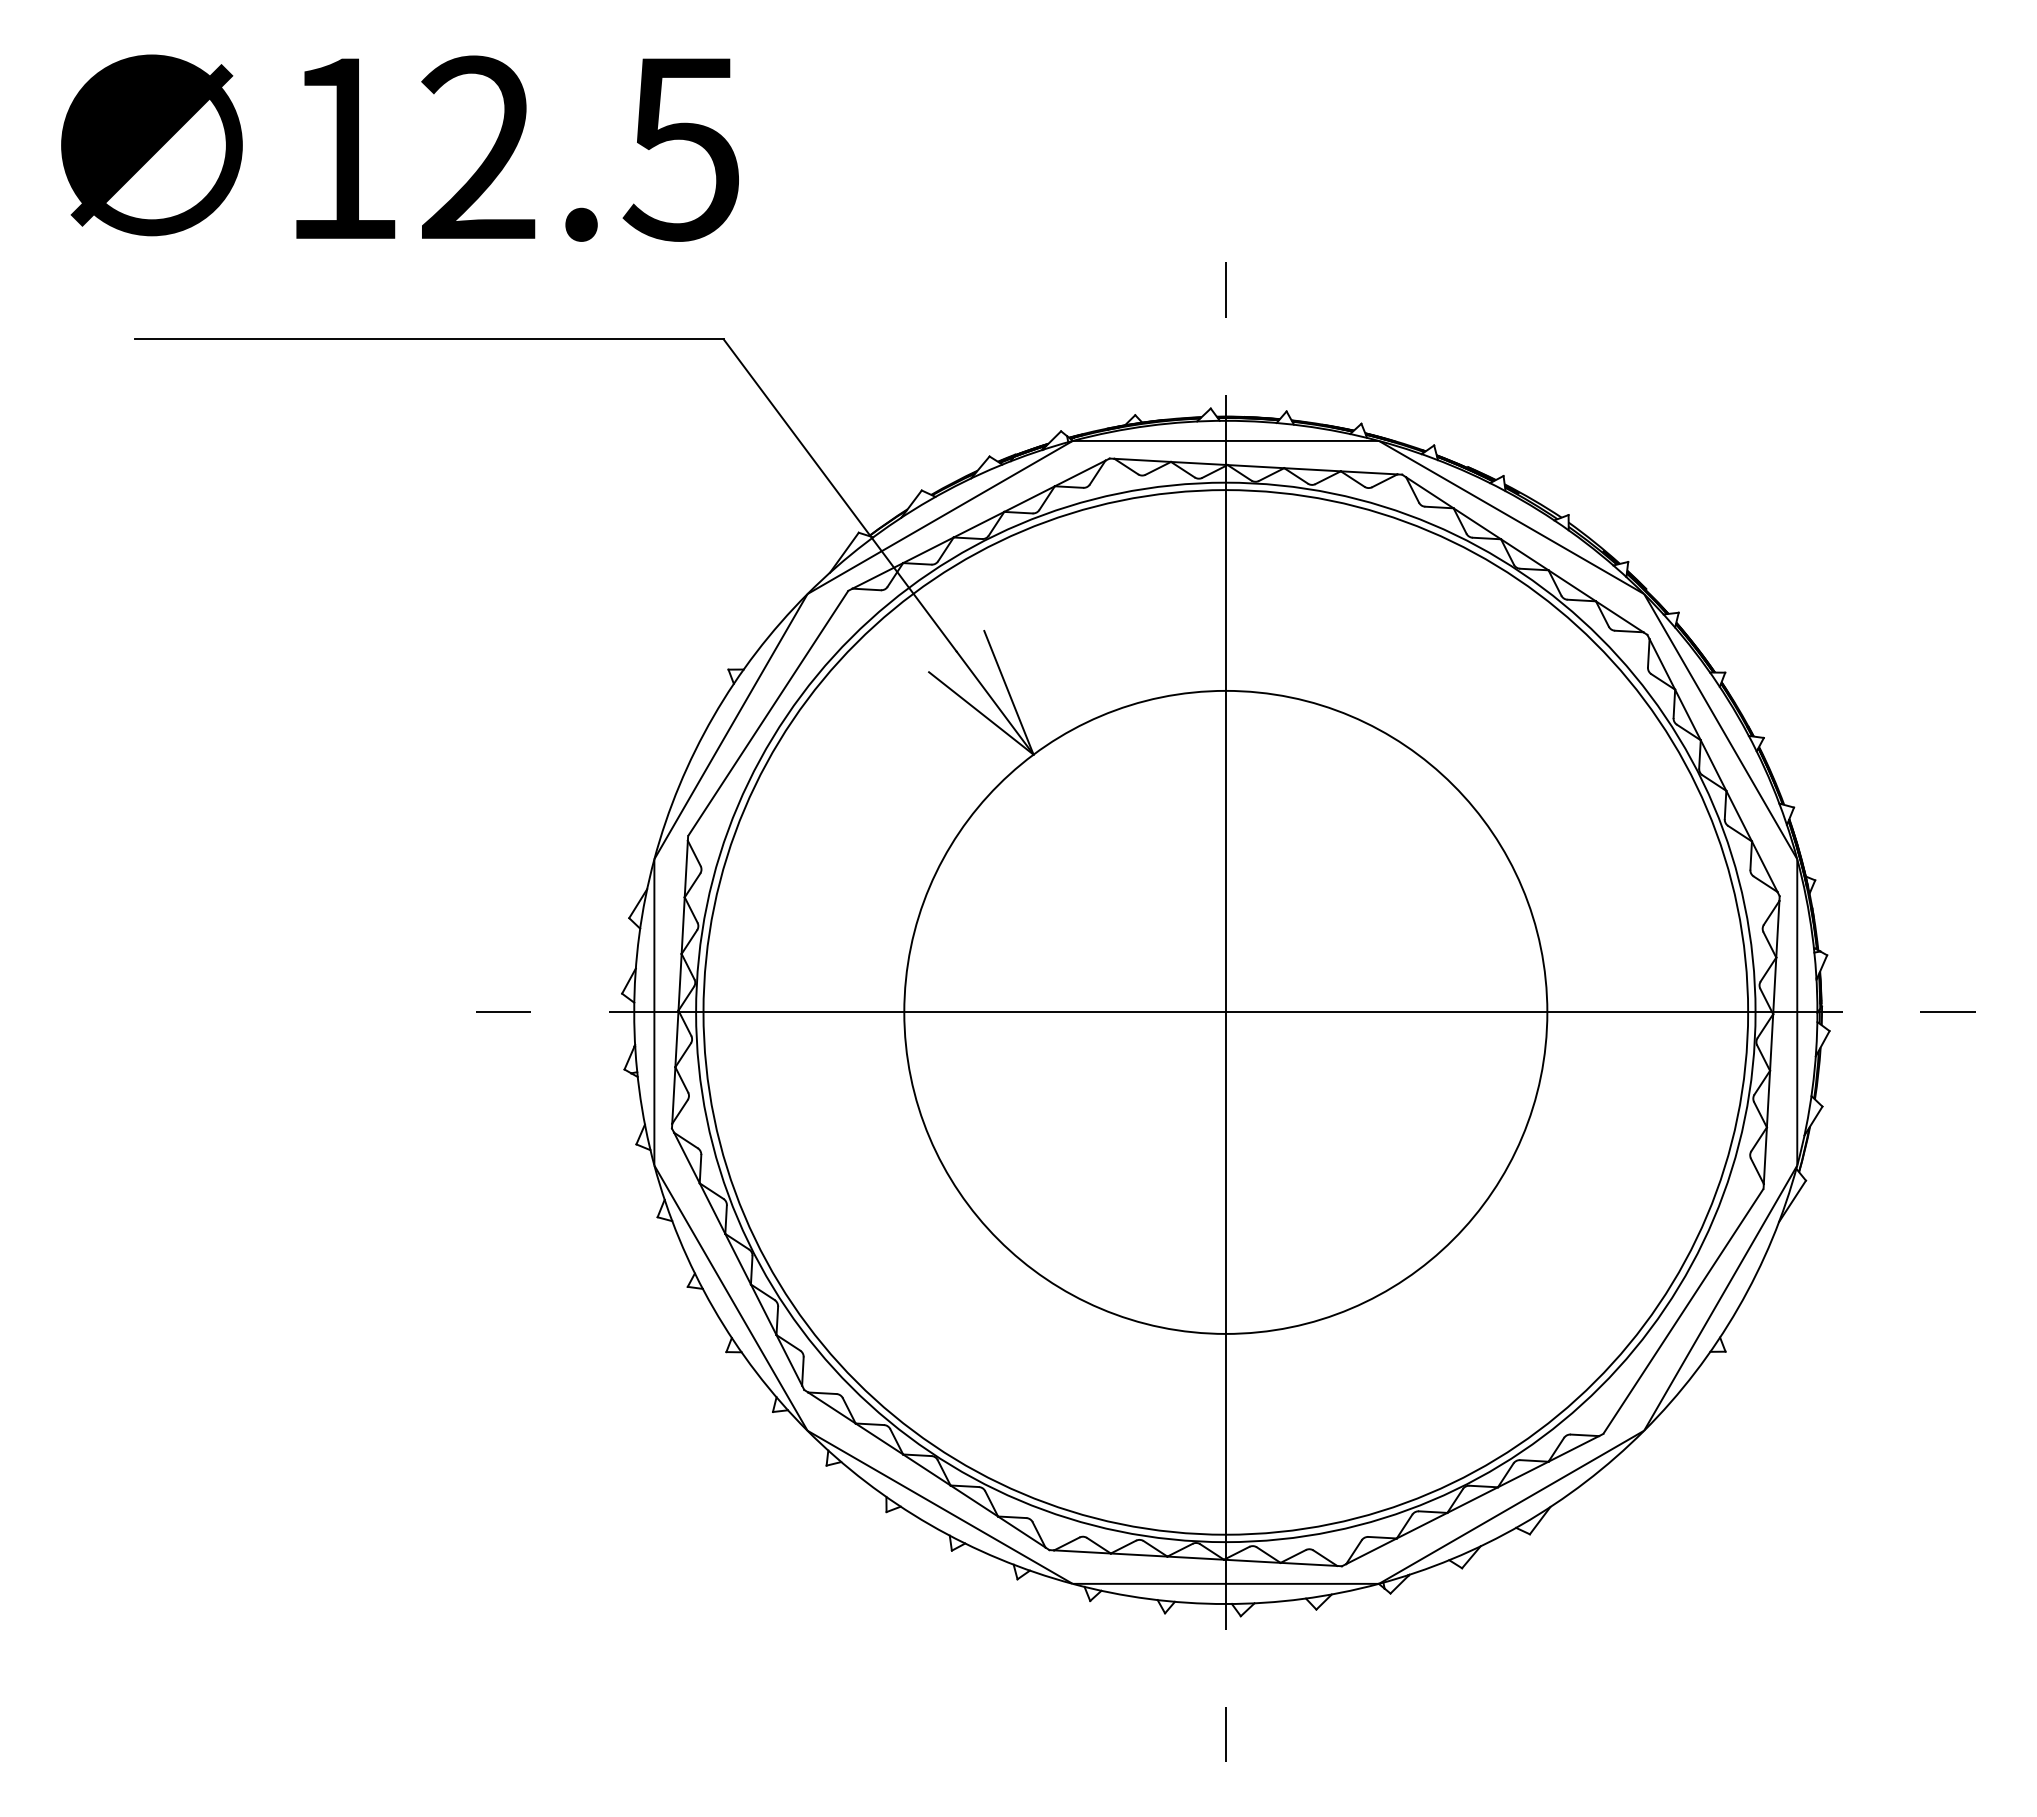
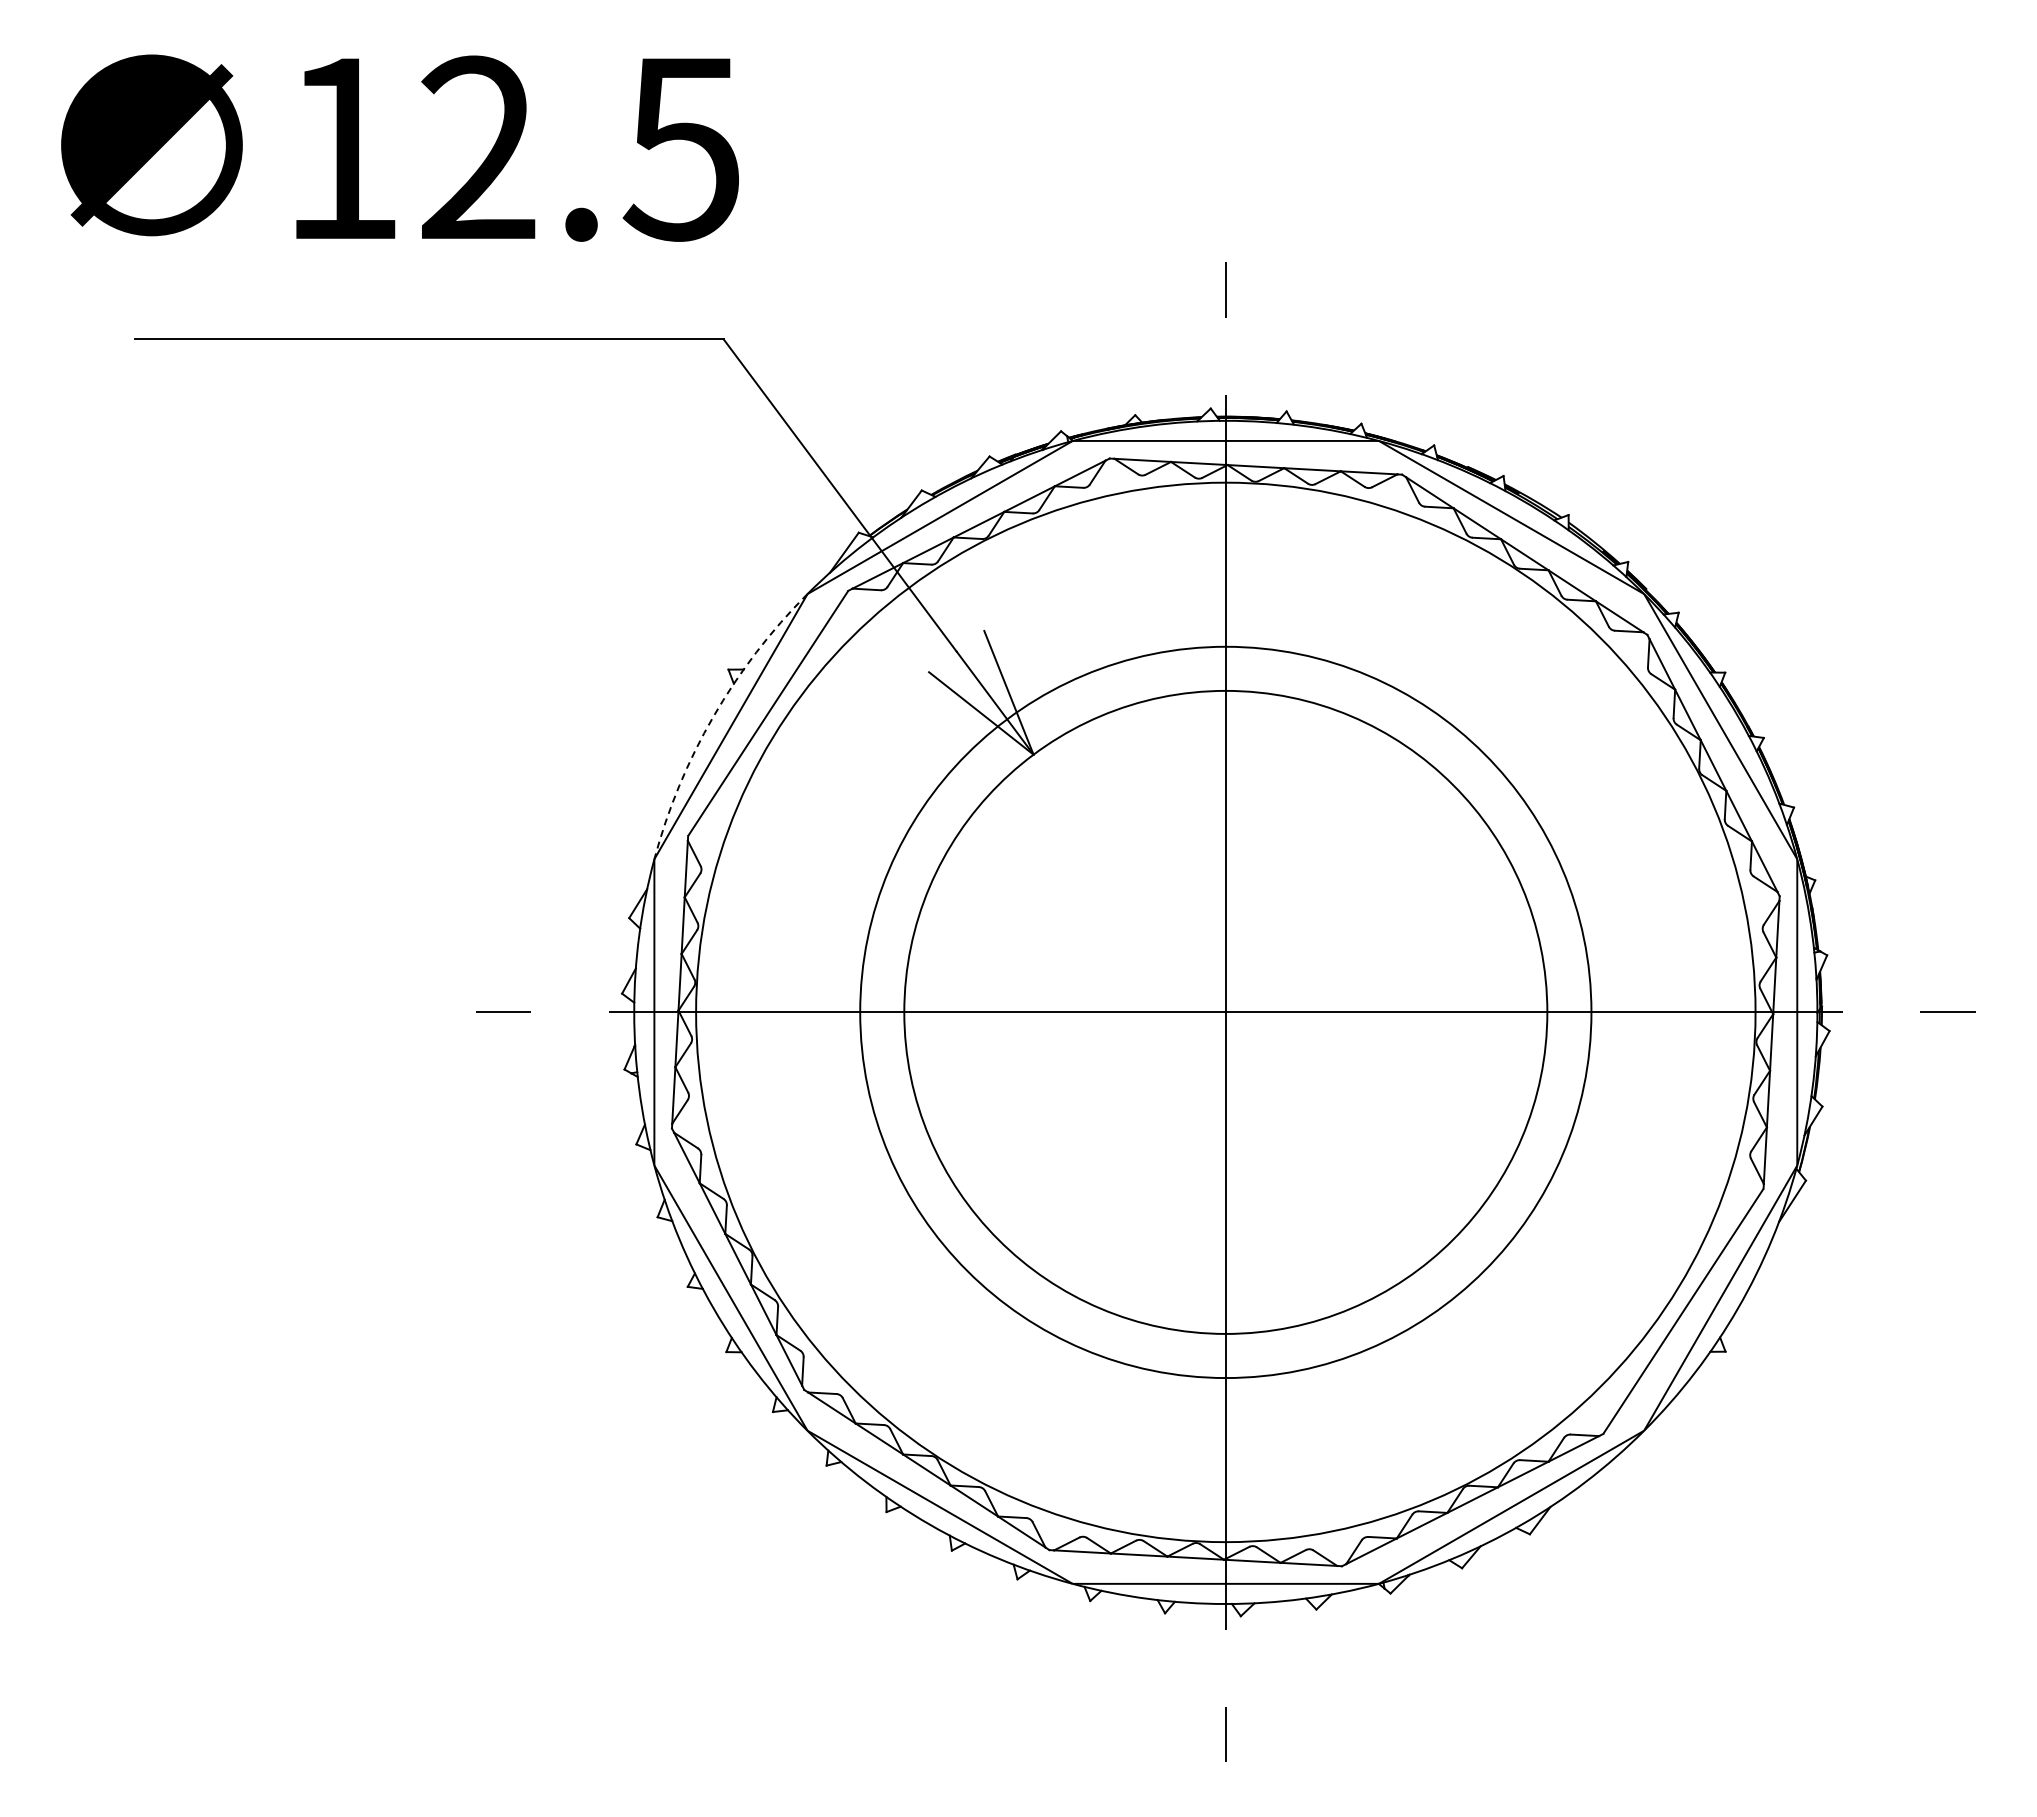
arc at (713, 716): solid -> dashed
circle at (1225, 1012) diameter: 1045 px -> 731 px
